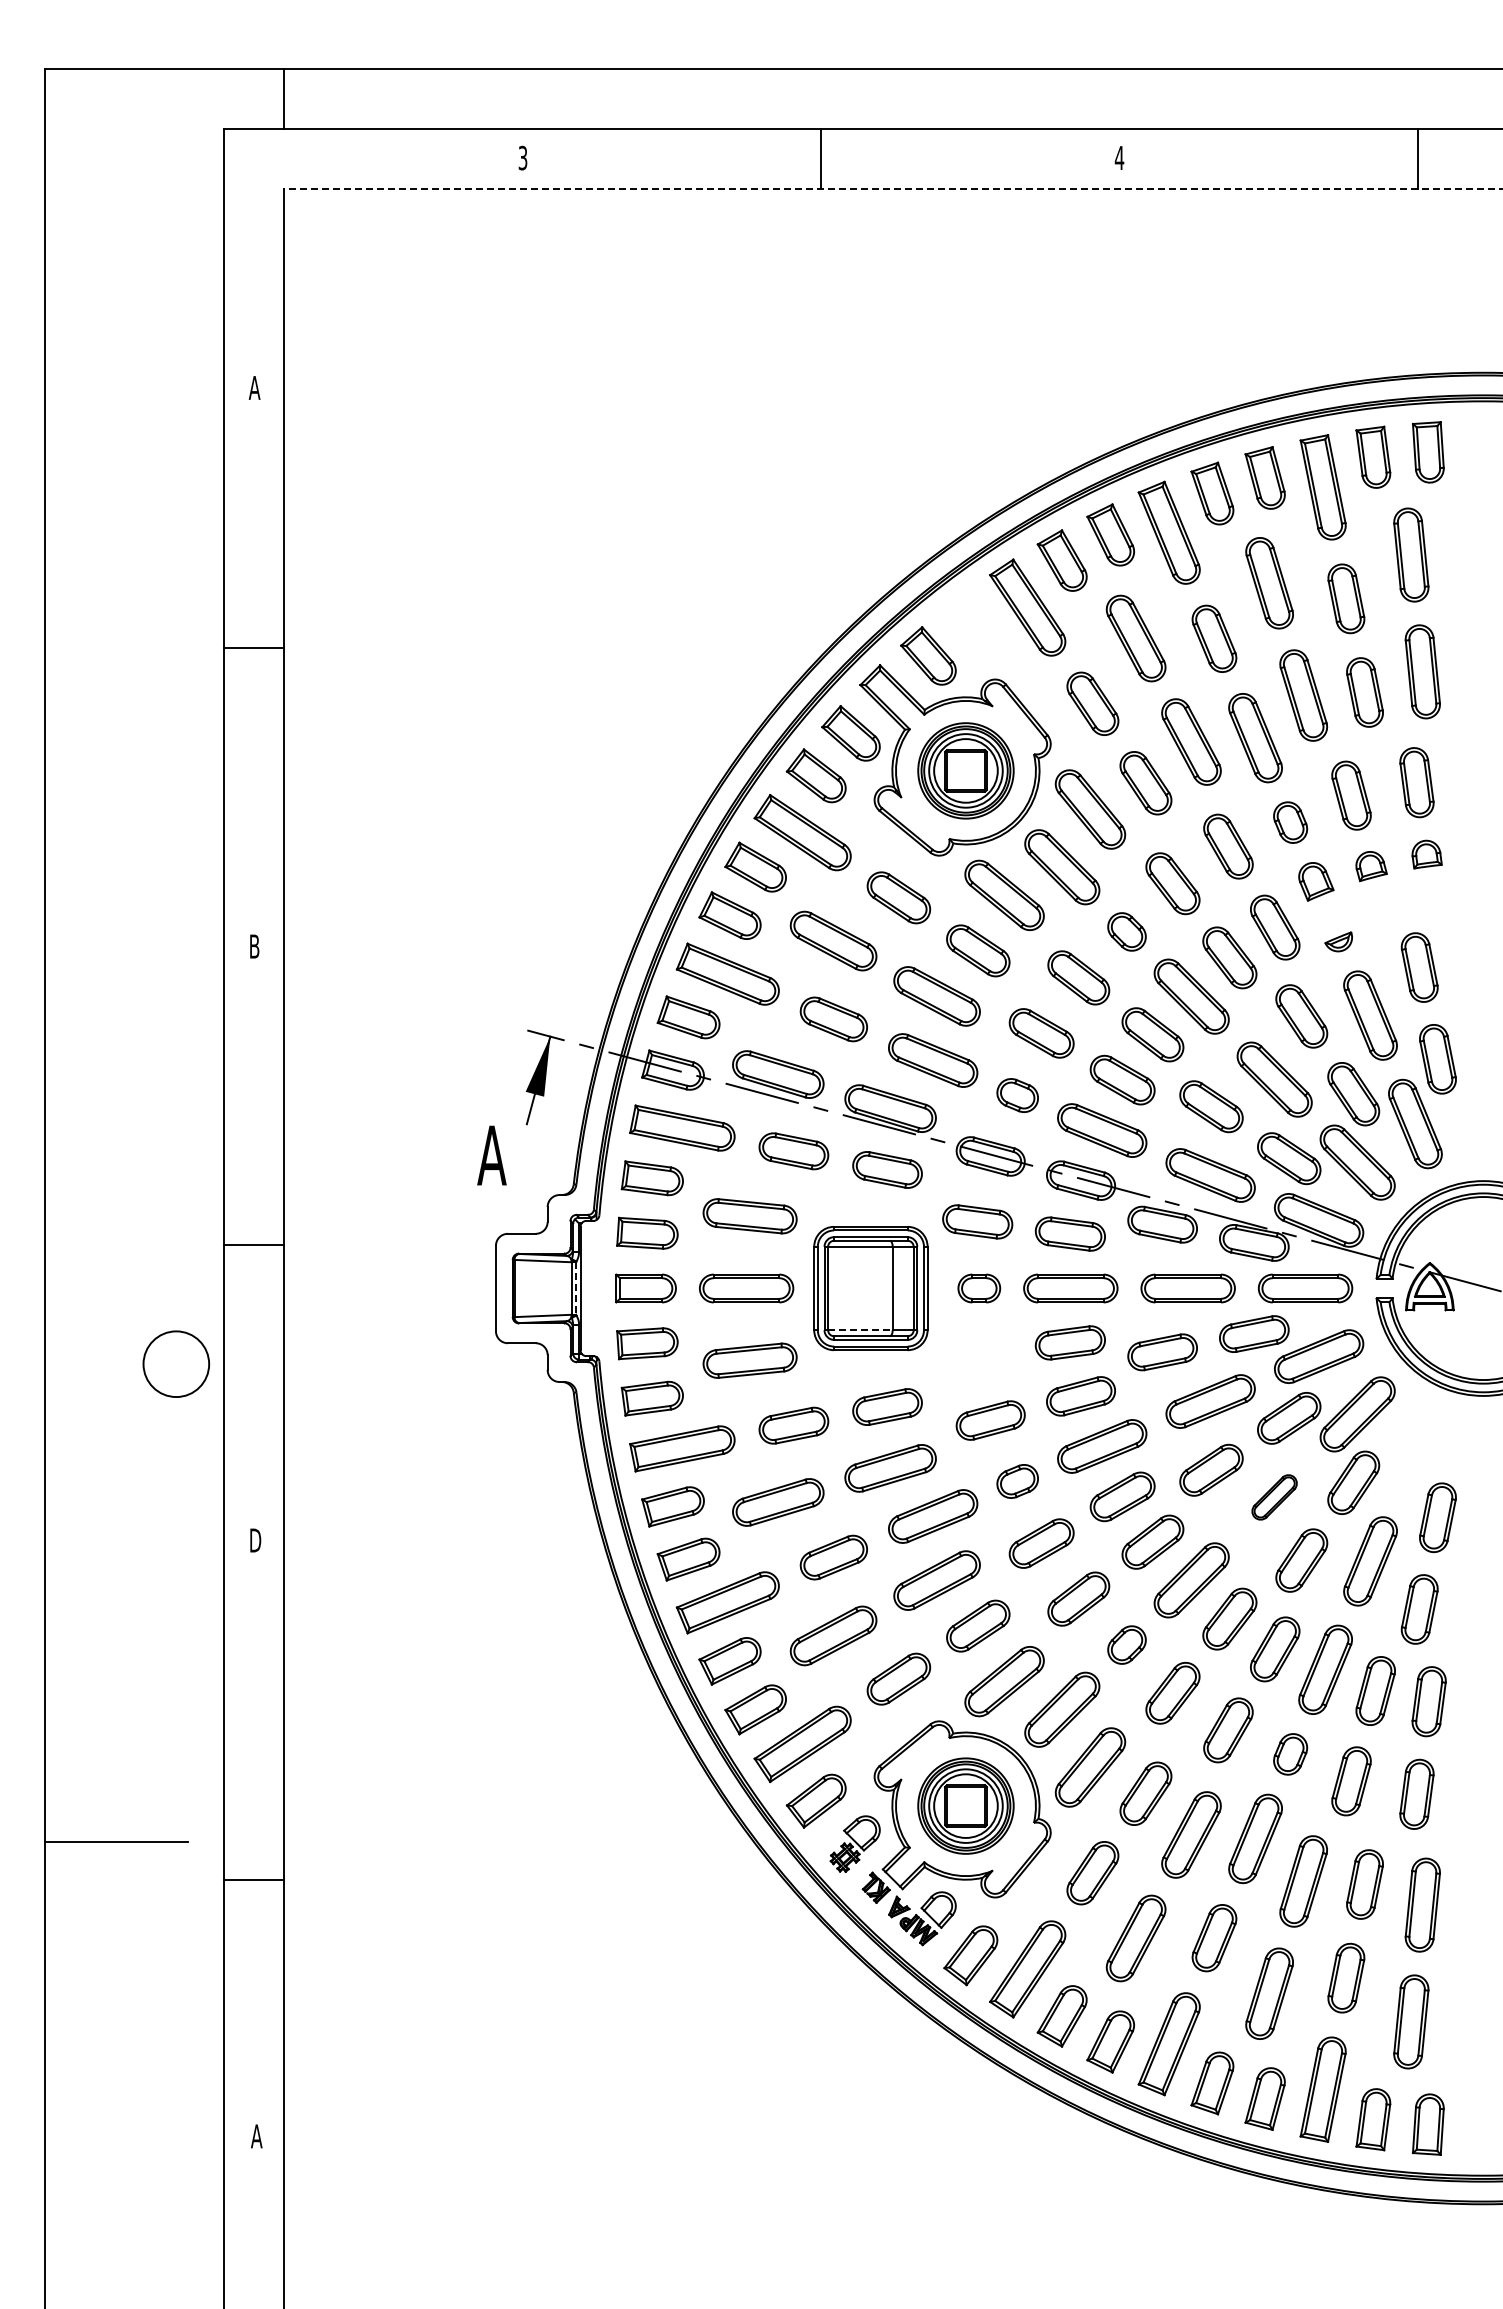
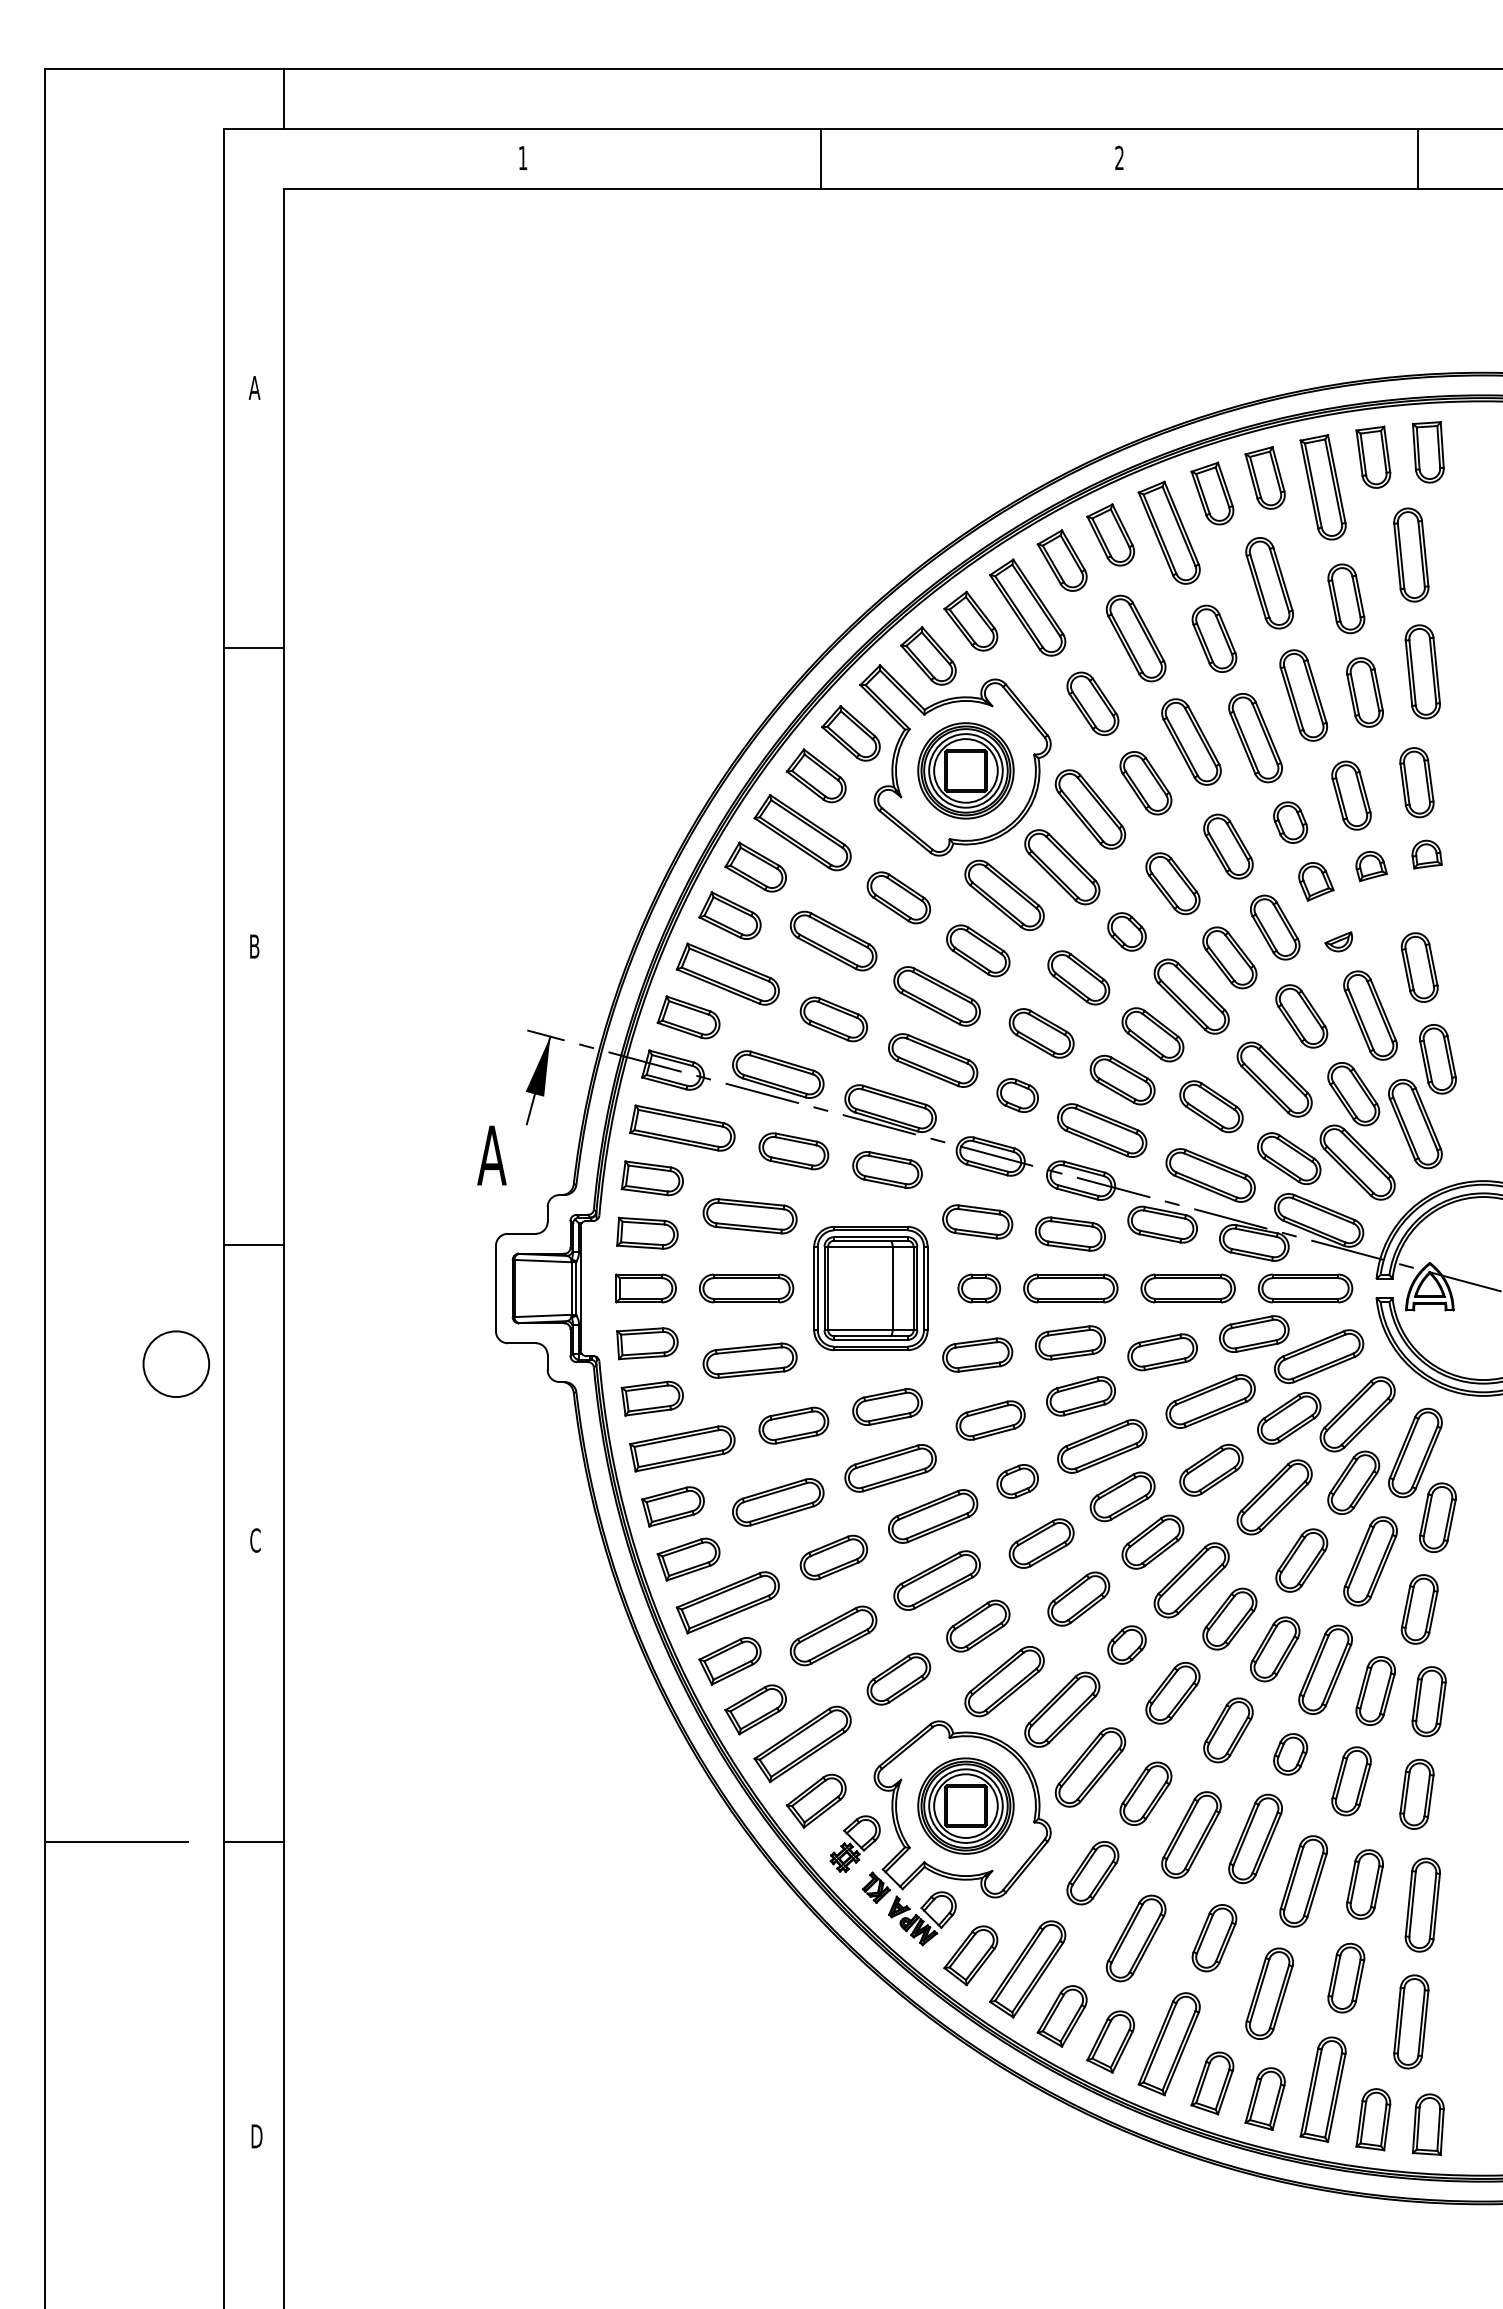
text at (522, 157): 3 -> 1
text at (1119, 157): 4 -> 2
line at (892, 188): dashed -> solid
part at (970, 620): none -> present
line at (576, 1289): dashed -> solid
line at (860, 1330): dashed -> solid
part at (977, 1354): none -> present
part at (1415, 1452): none -> present
part at (1274, 1497) size: 47x47 px -> 77x77 px
text at (255, 1540): D -> C
line at (253, 1879) position: (253, 1879) -> (253, 1841)
text at (256, 2136): A -> D
